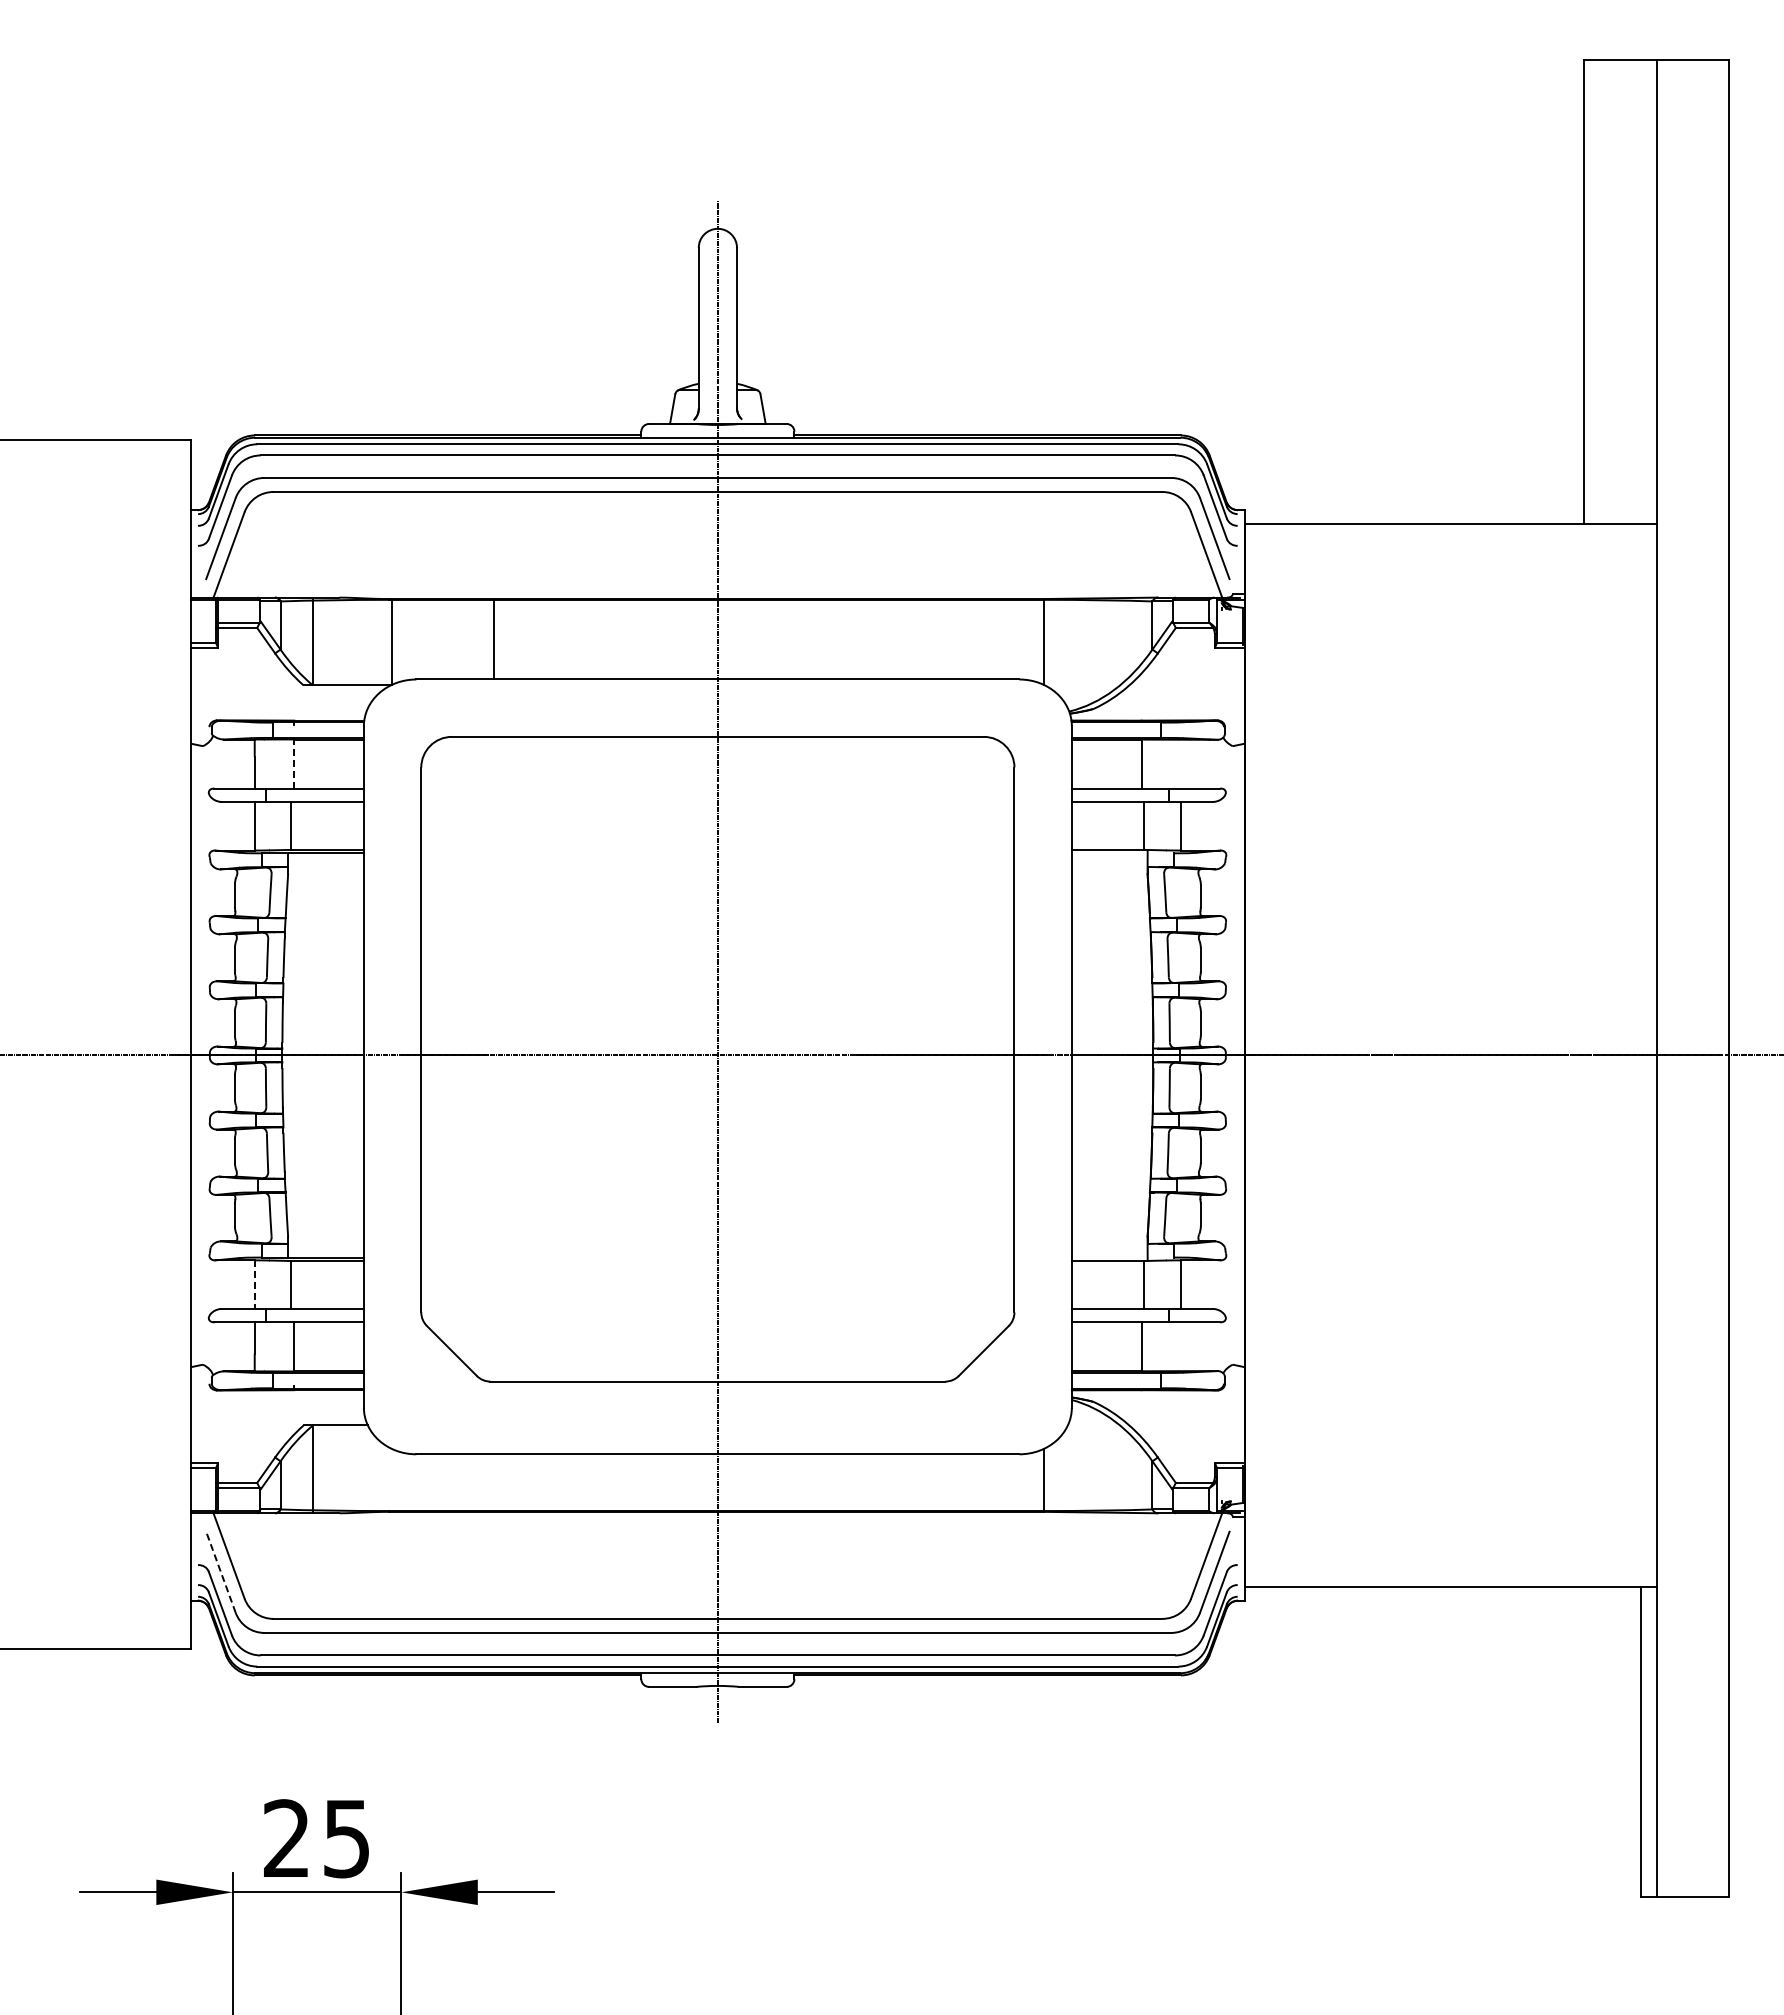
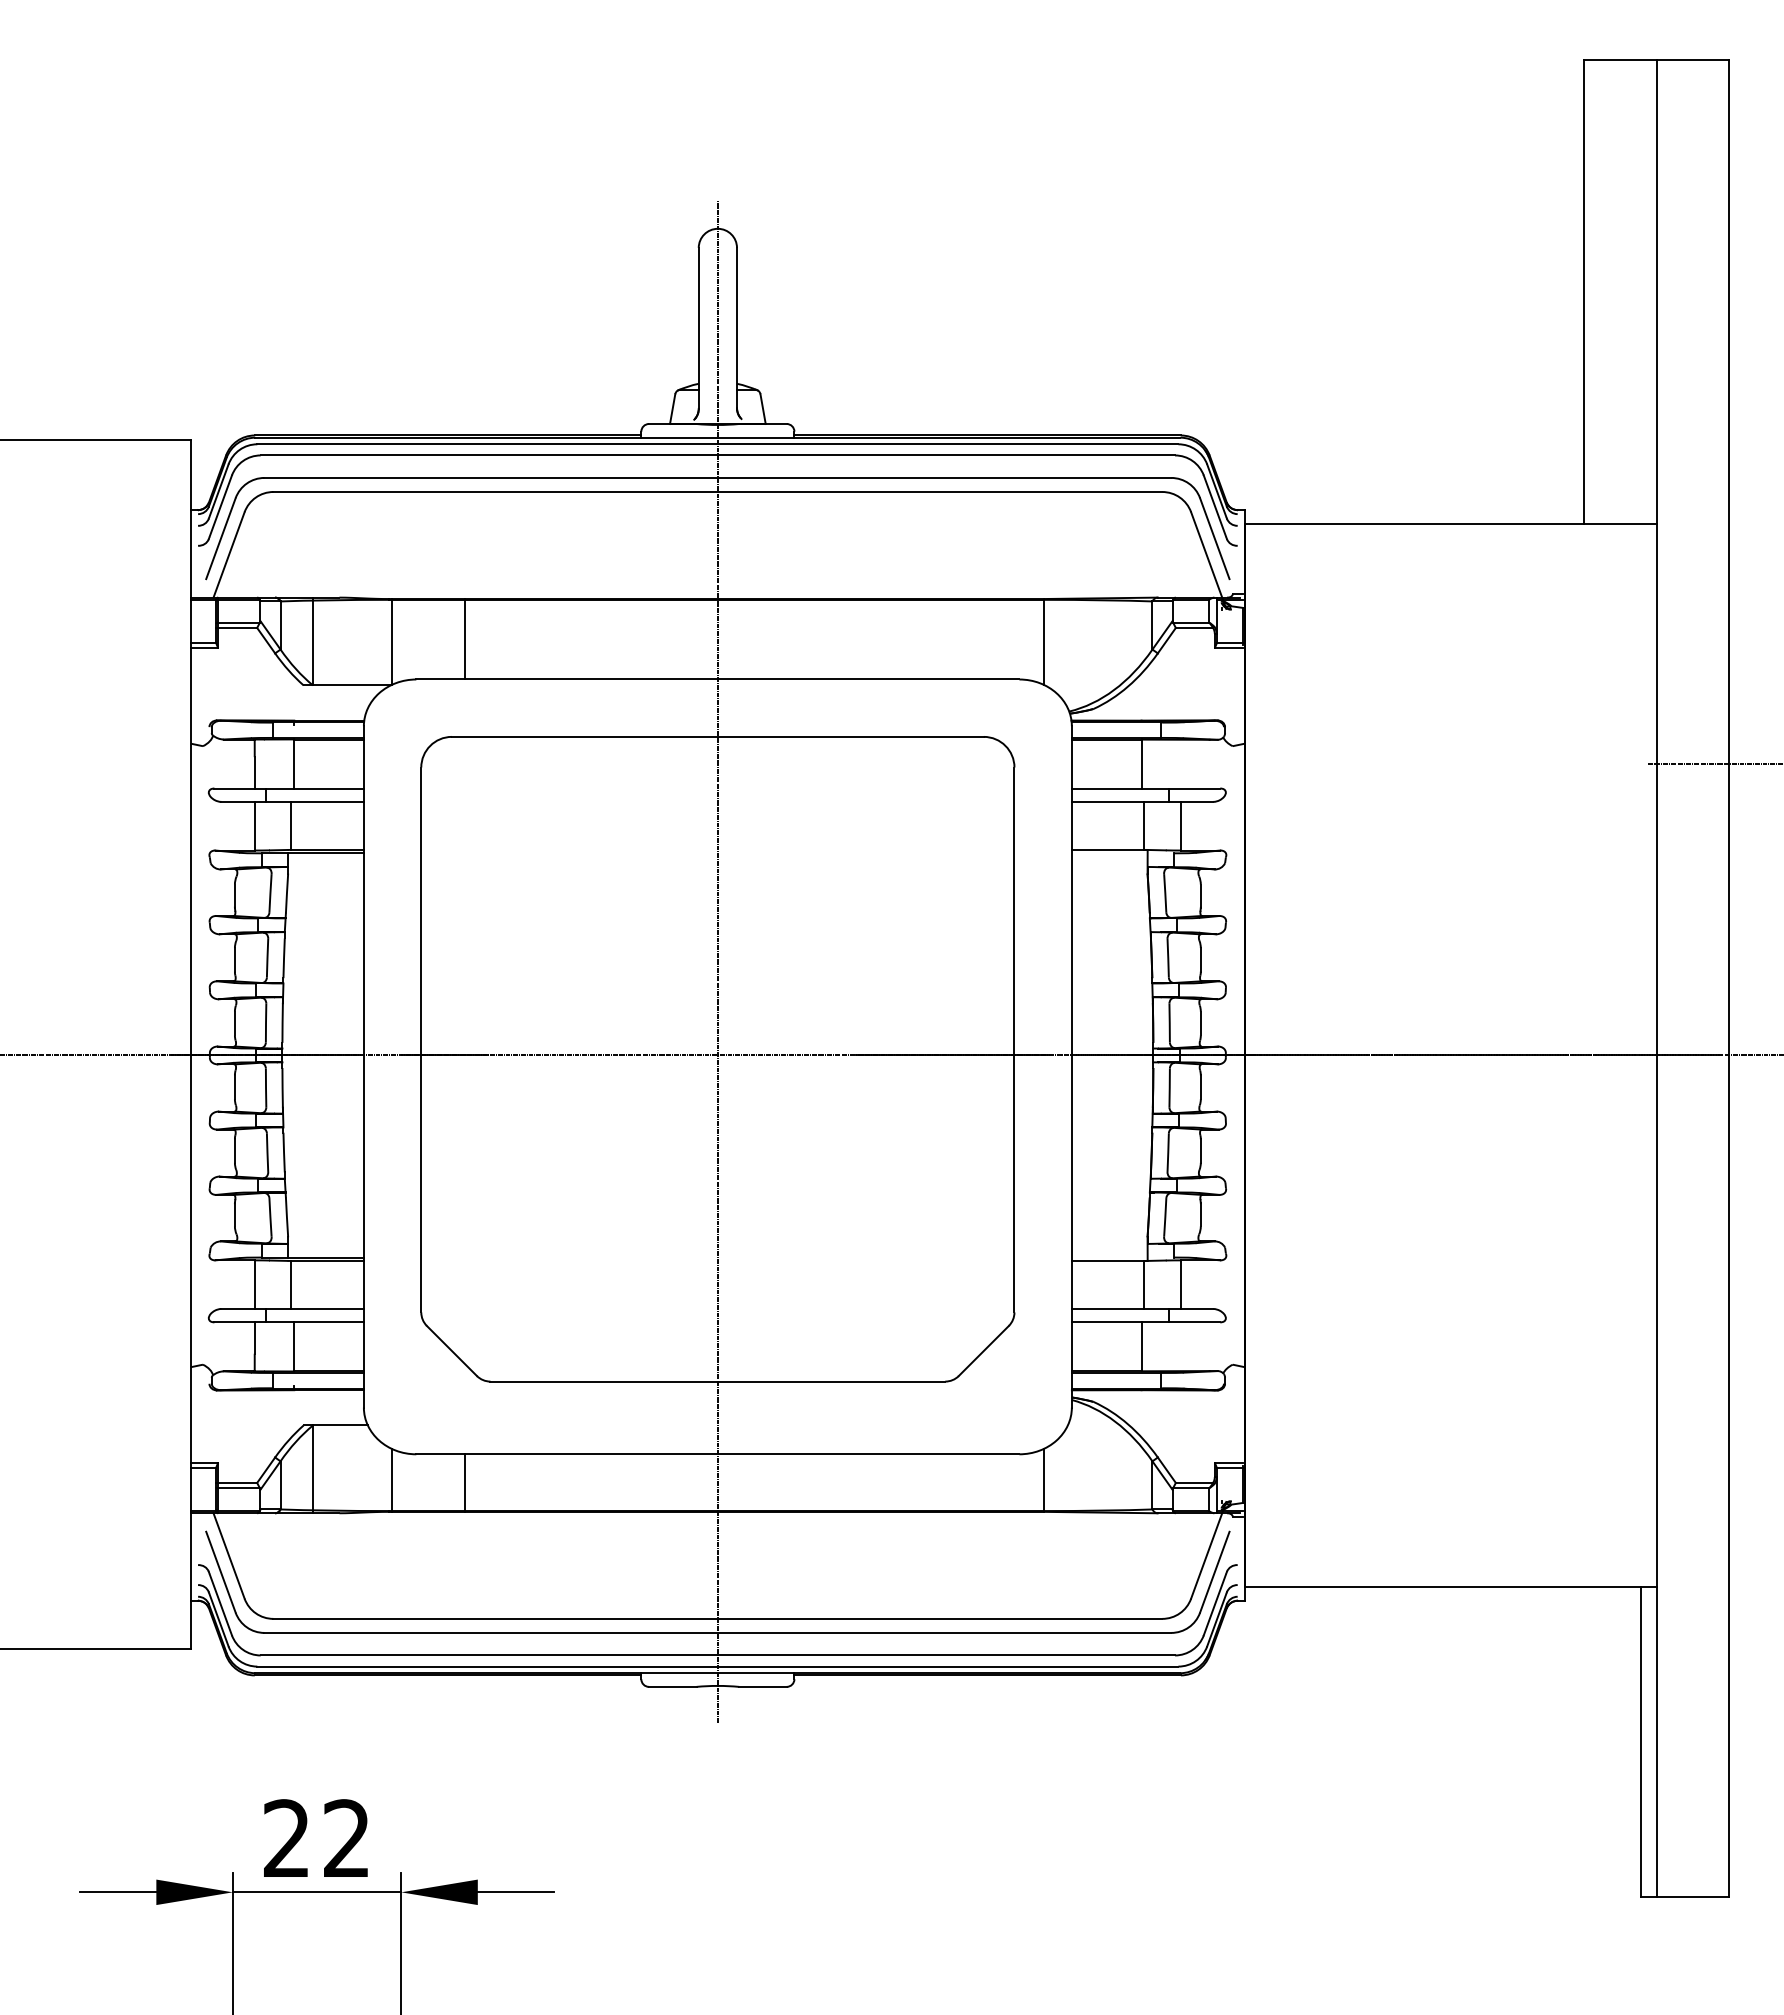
line at (494, 639) position: (494, 639) -> (465, 639)
line at (294, 763): dashed -> solid
line at (1713, 763): none -> present
line at (254, 1285): dashed -> solid
line at (392, 1480): none -> present
line at (465, 1482): none -> present
line at (220, 1571): dashed -> solid
text at (346, 1838): 25 -> 22
